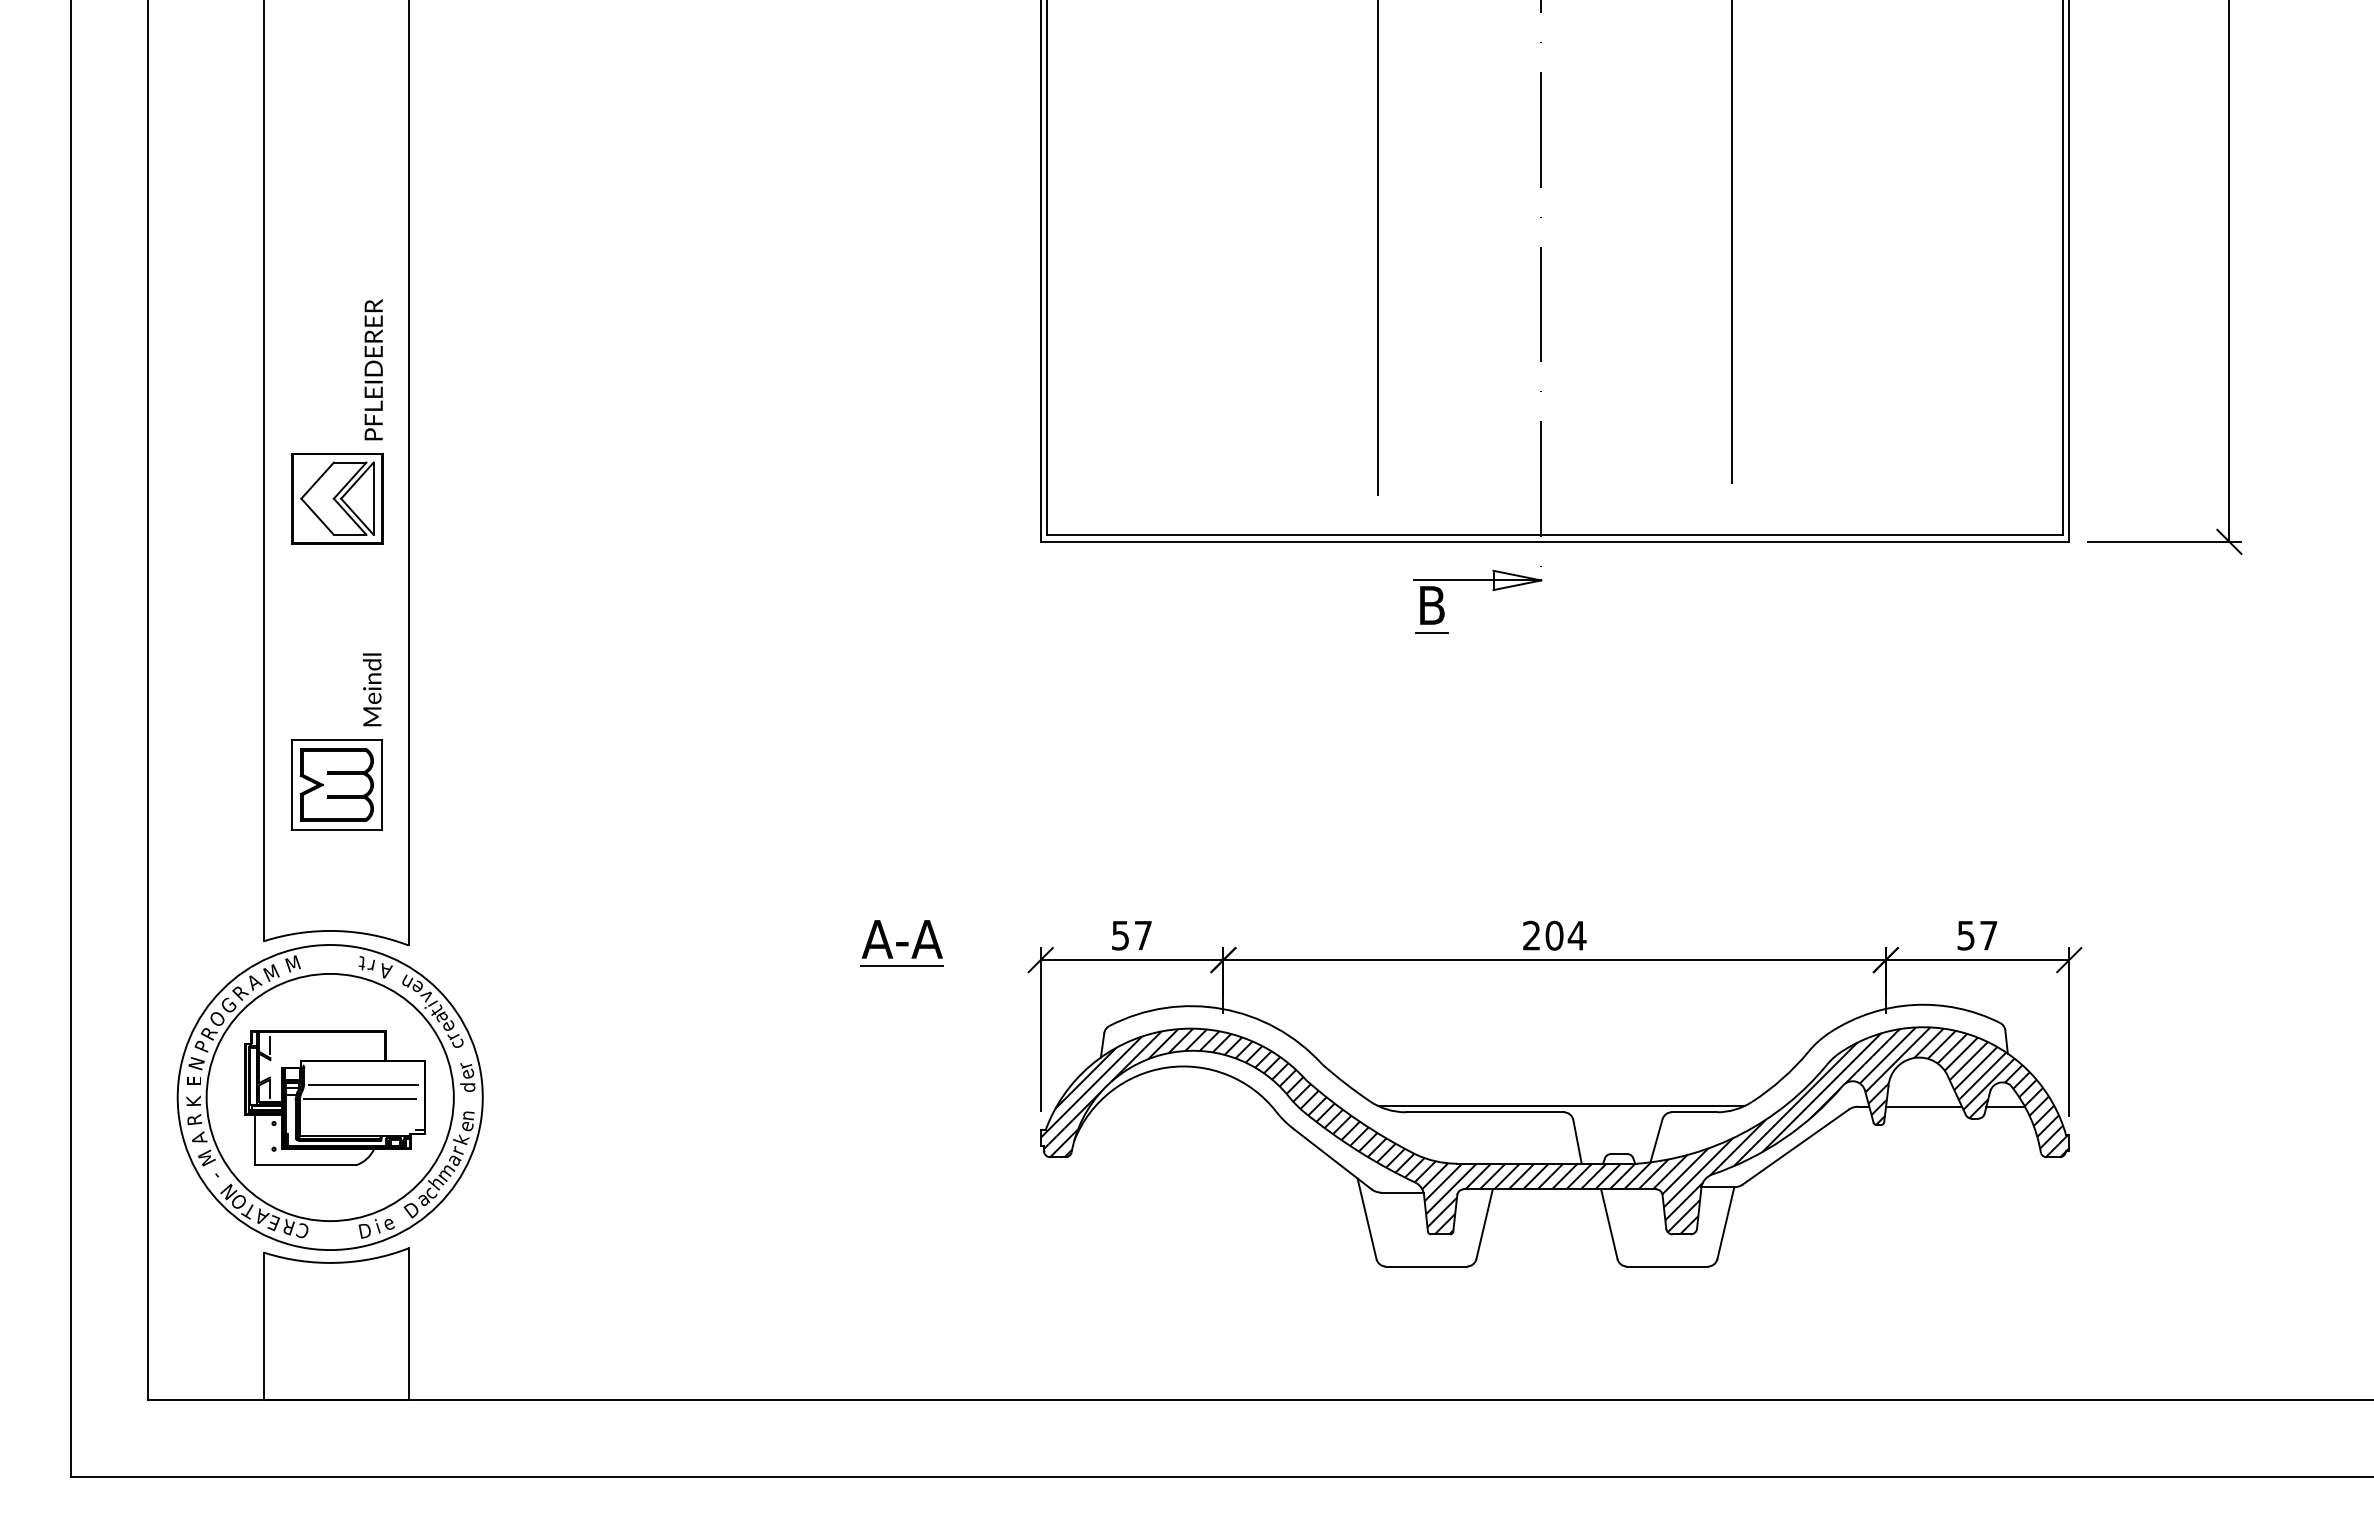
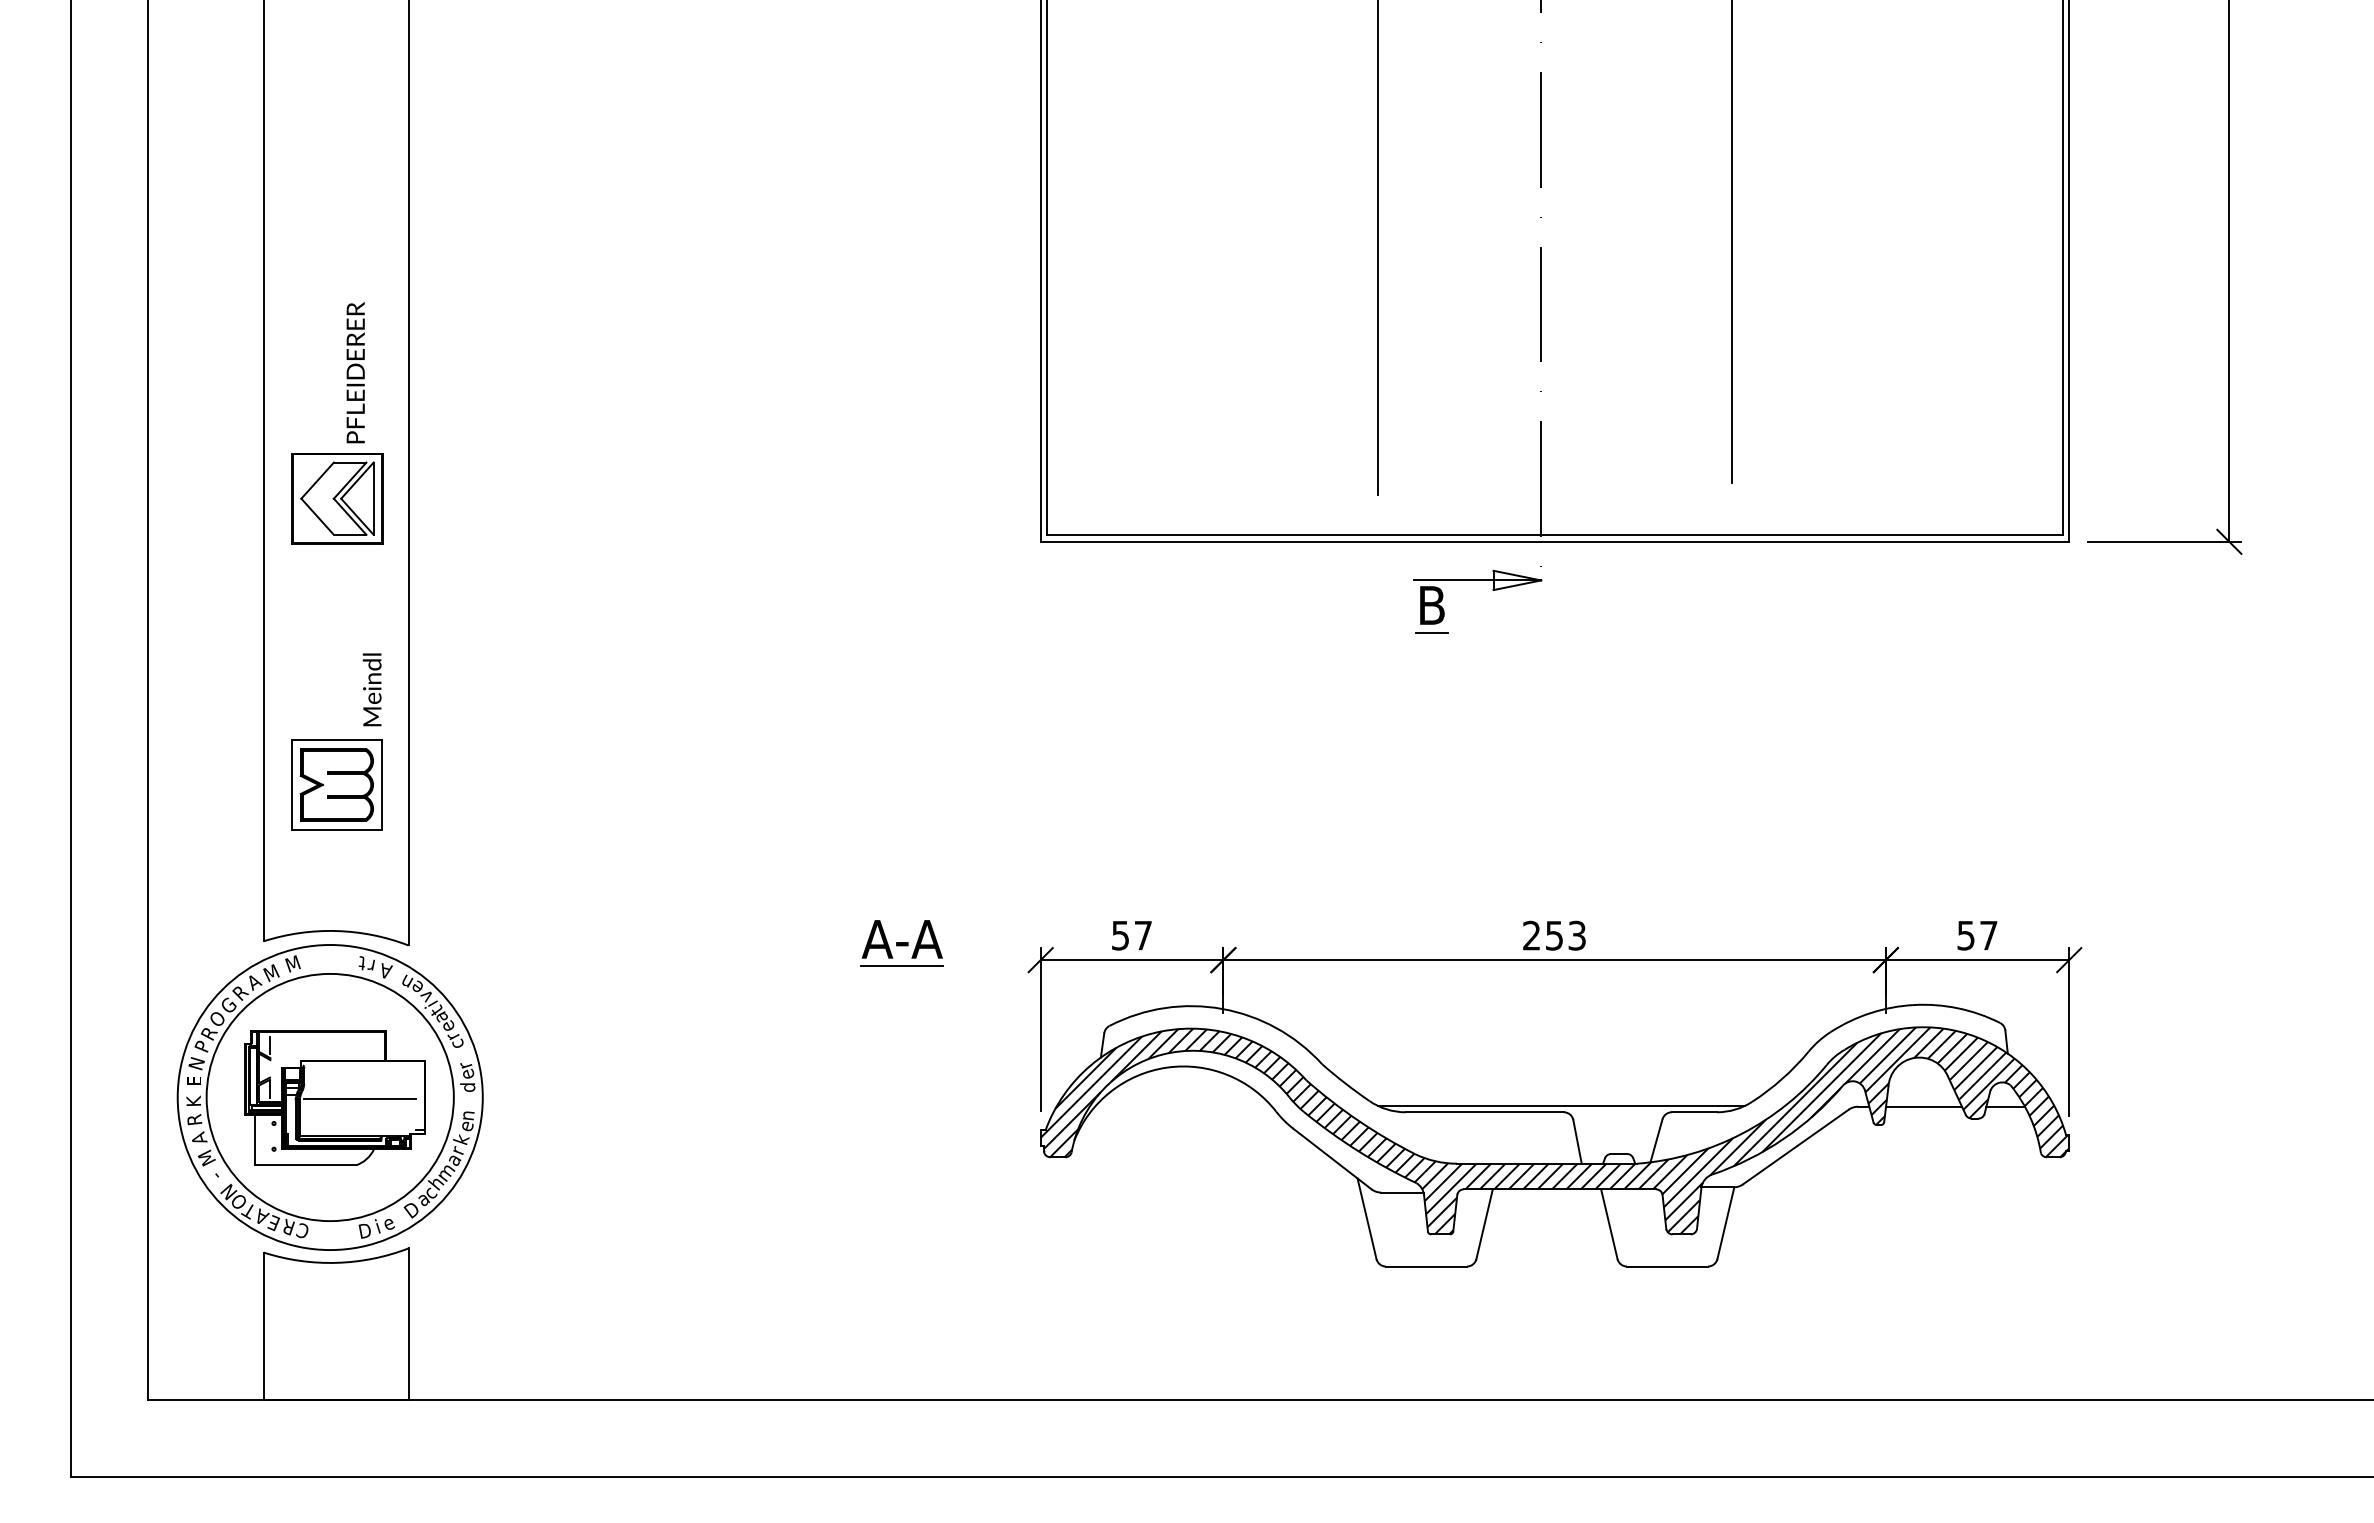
text at (373, 369) position: (373, 369) -> (355, 372)
text at (1565, 935): 204 -> 253
line at (362, 1084): present -> none
